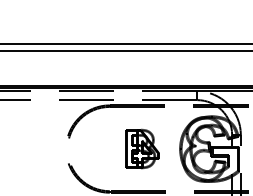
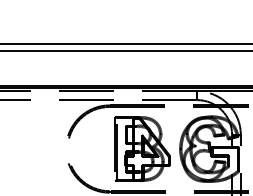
part at (142, 148) size: 35x42 px -> 57x66 px
